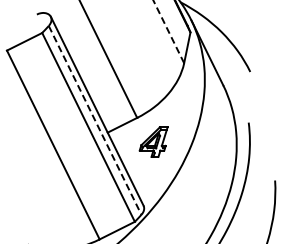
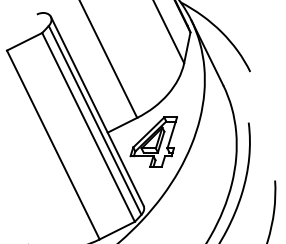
line at (168, 31): dashed -> solid
line at (95, 120): dashed -> solid
part at (153, 141) size: 31x32 px -> 49x52 px
